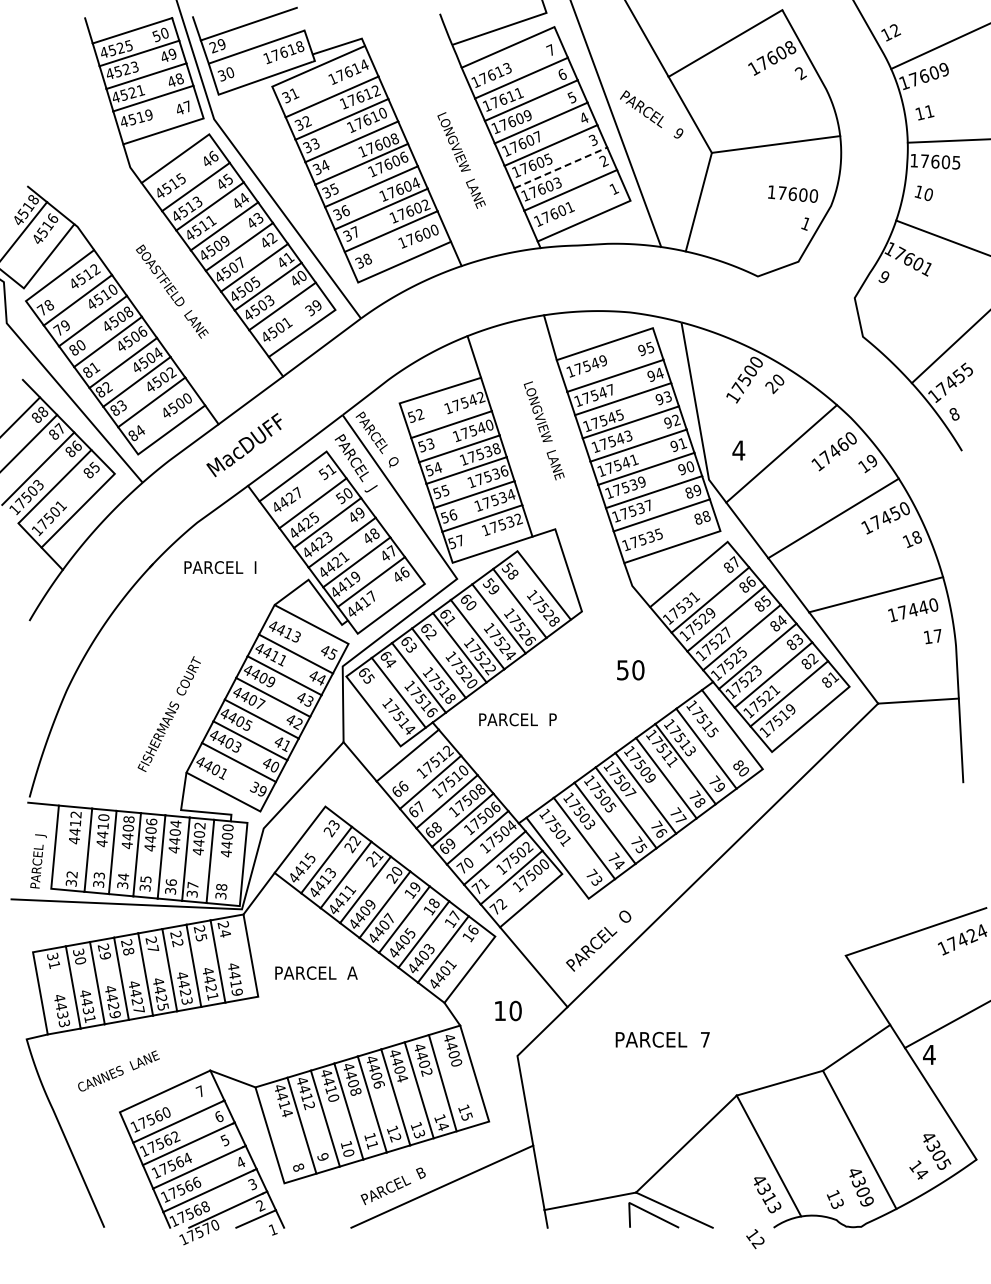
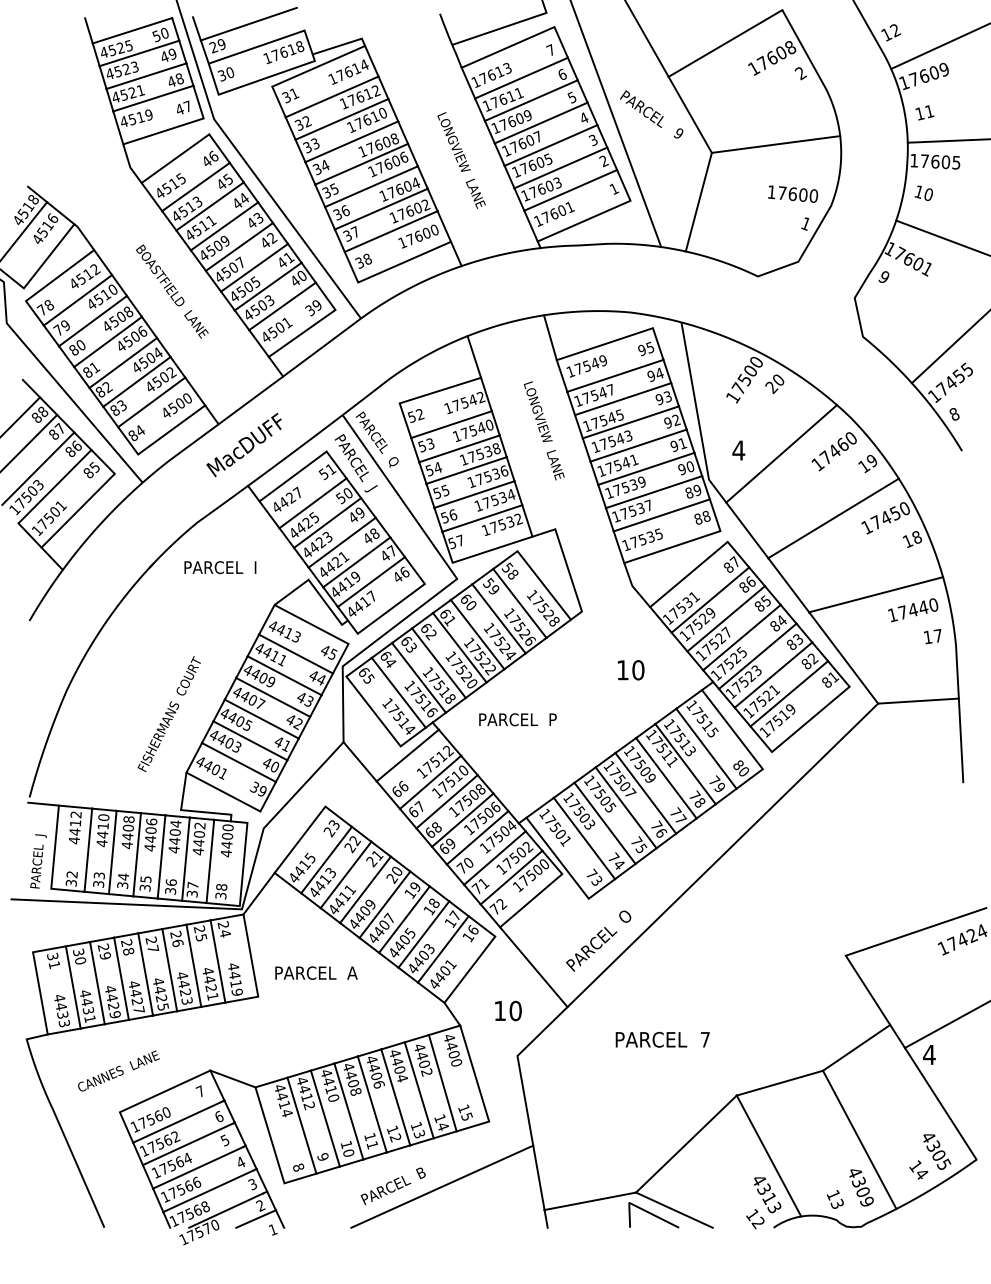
line at (560, 167): dashed -> solid
text at (622, 670): 50 -> 10
text at (177, 943): 22 -> 26
text at (755, 1239) position: (755, 1239) -> (755, 1219)
